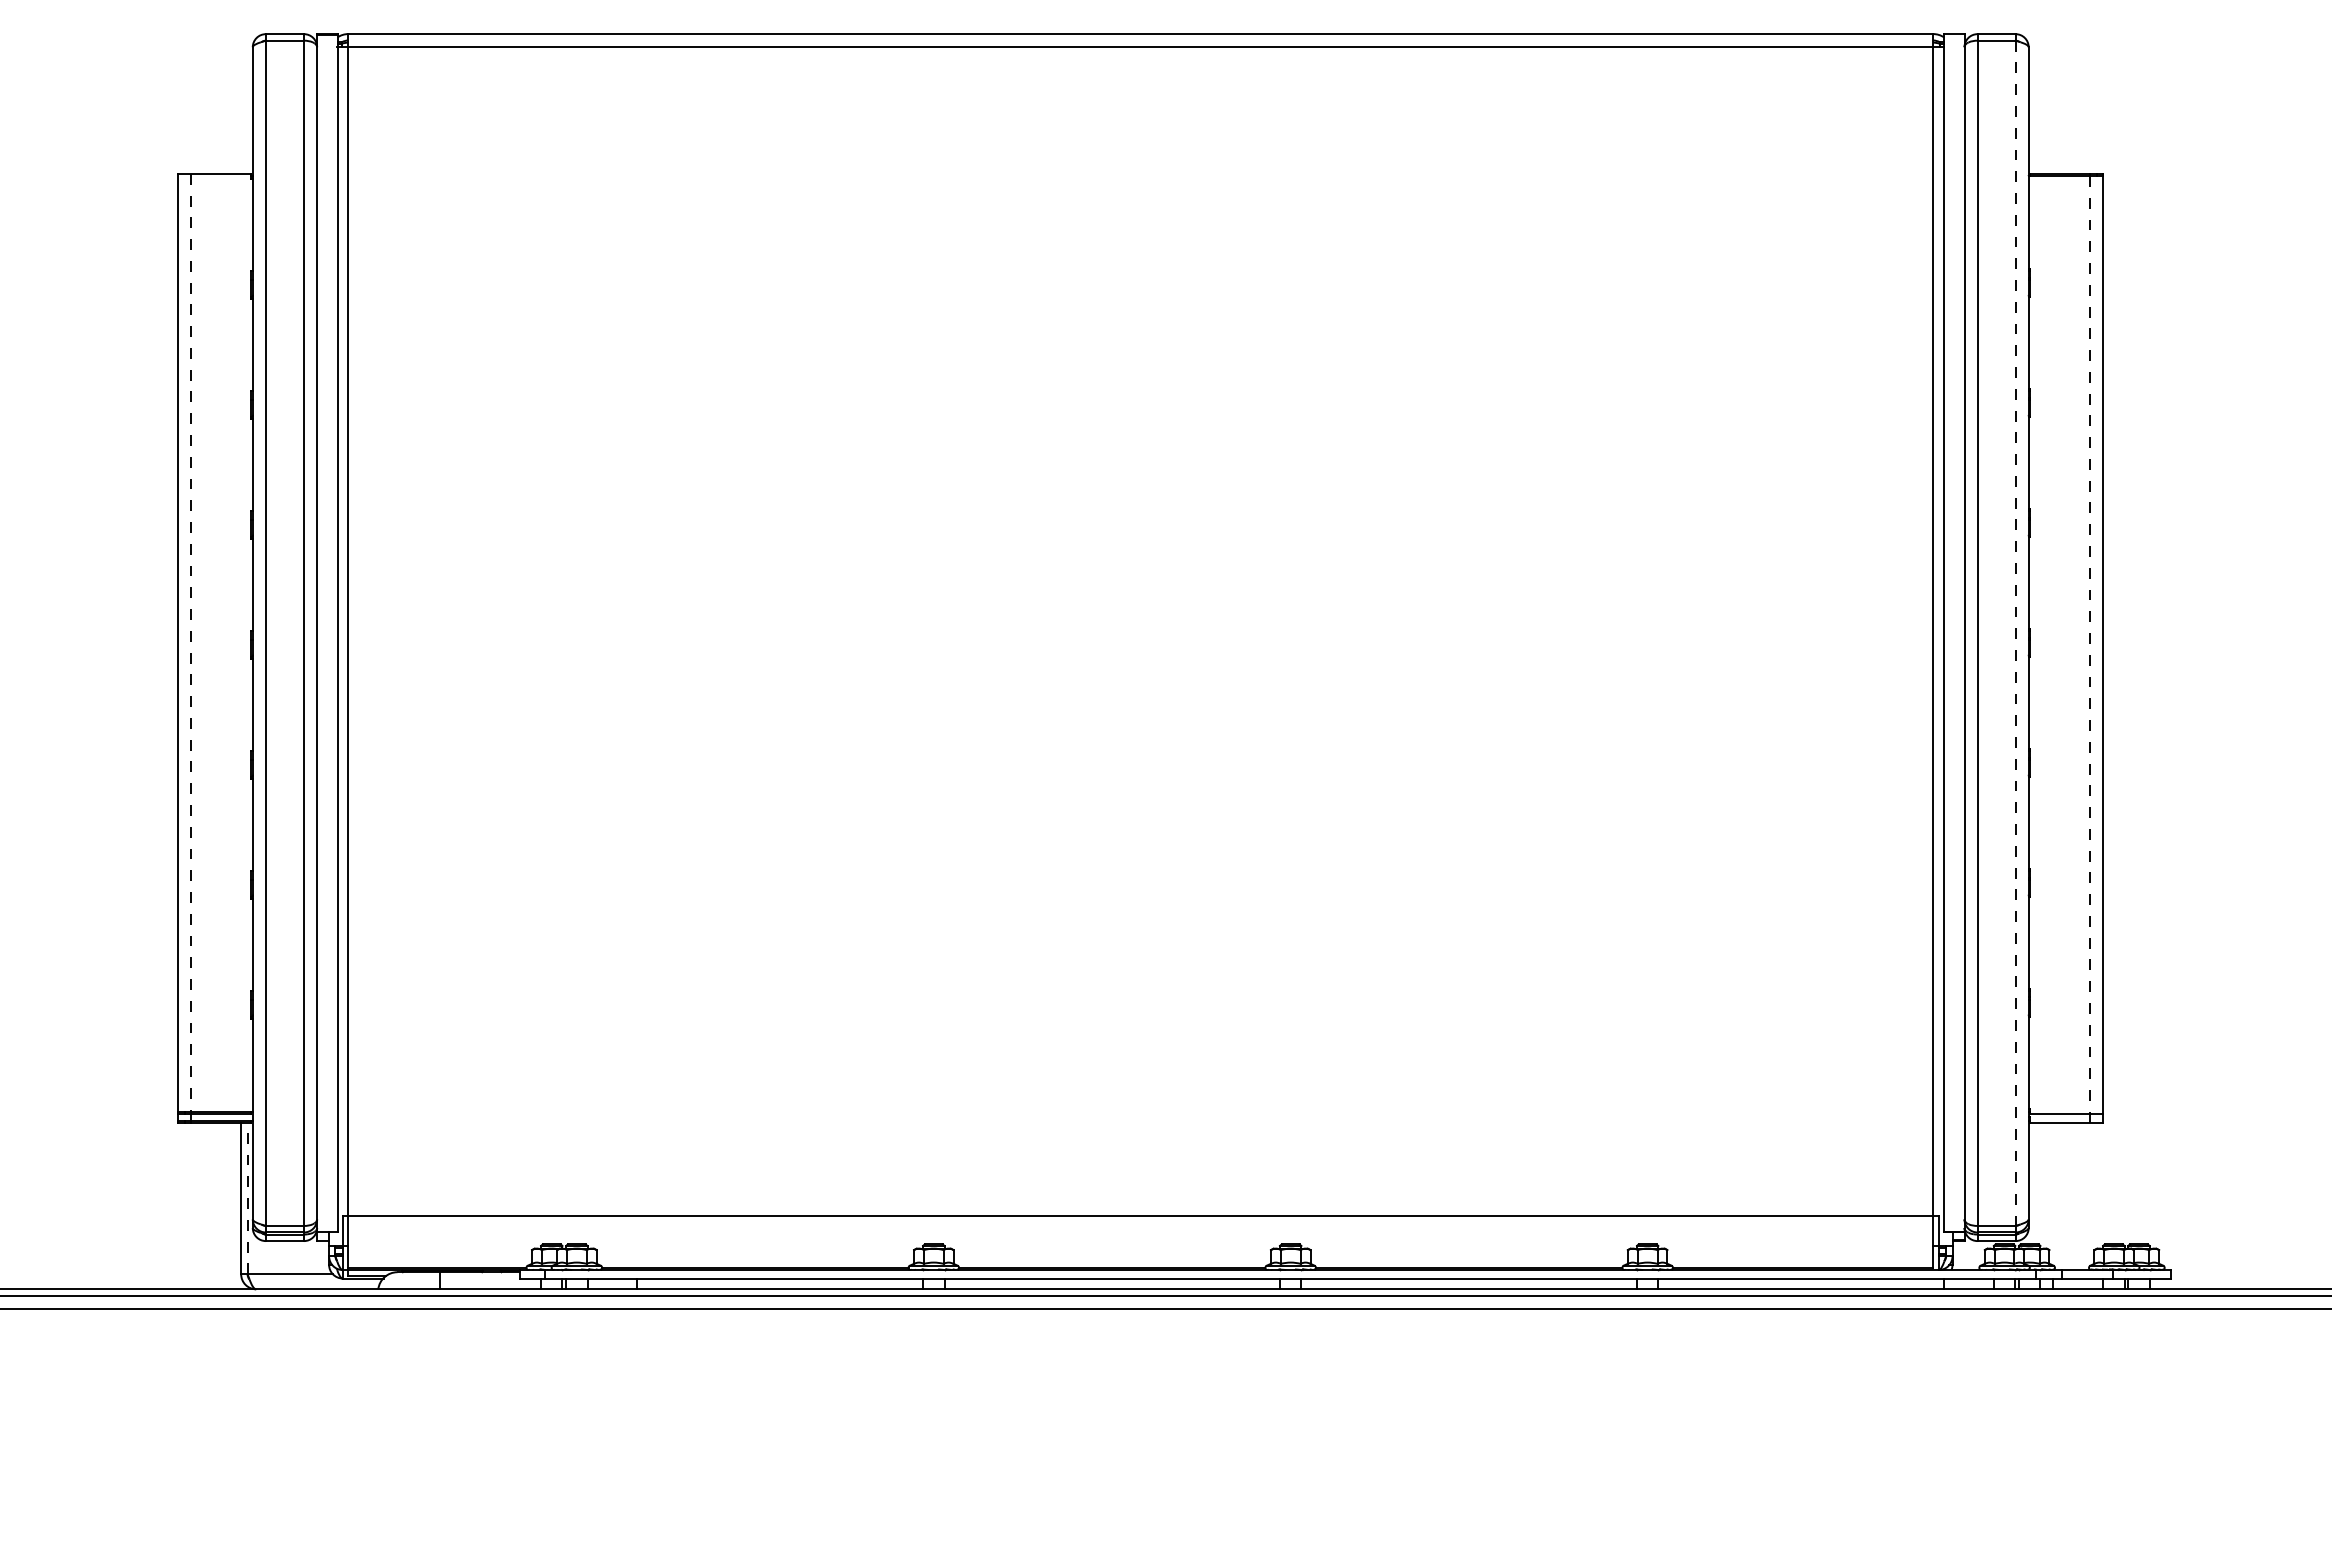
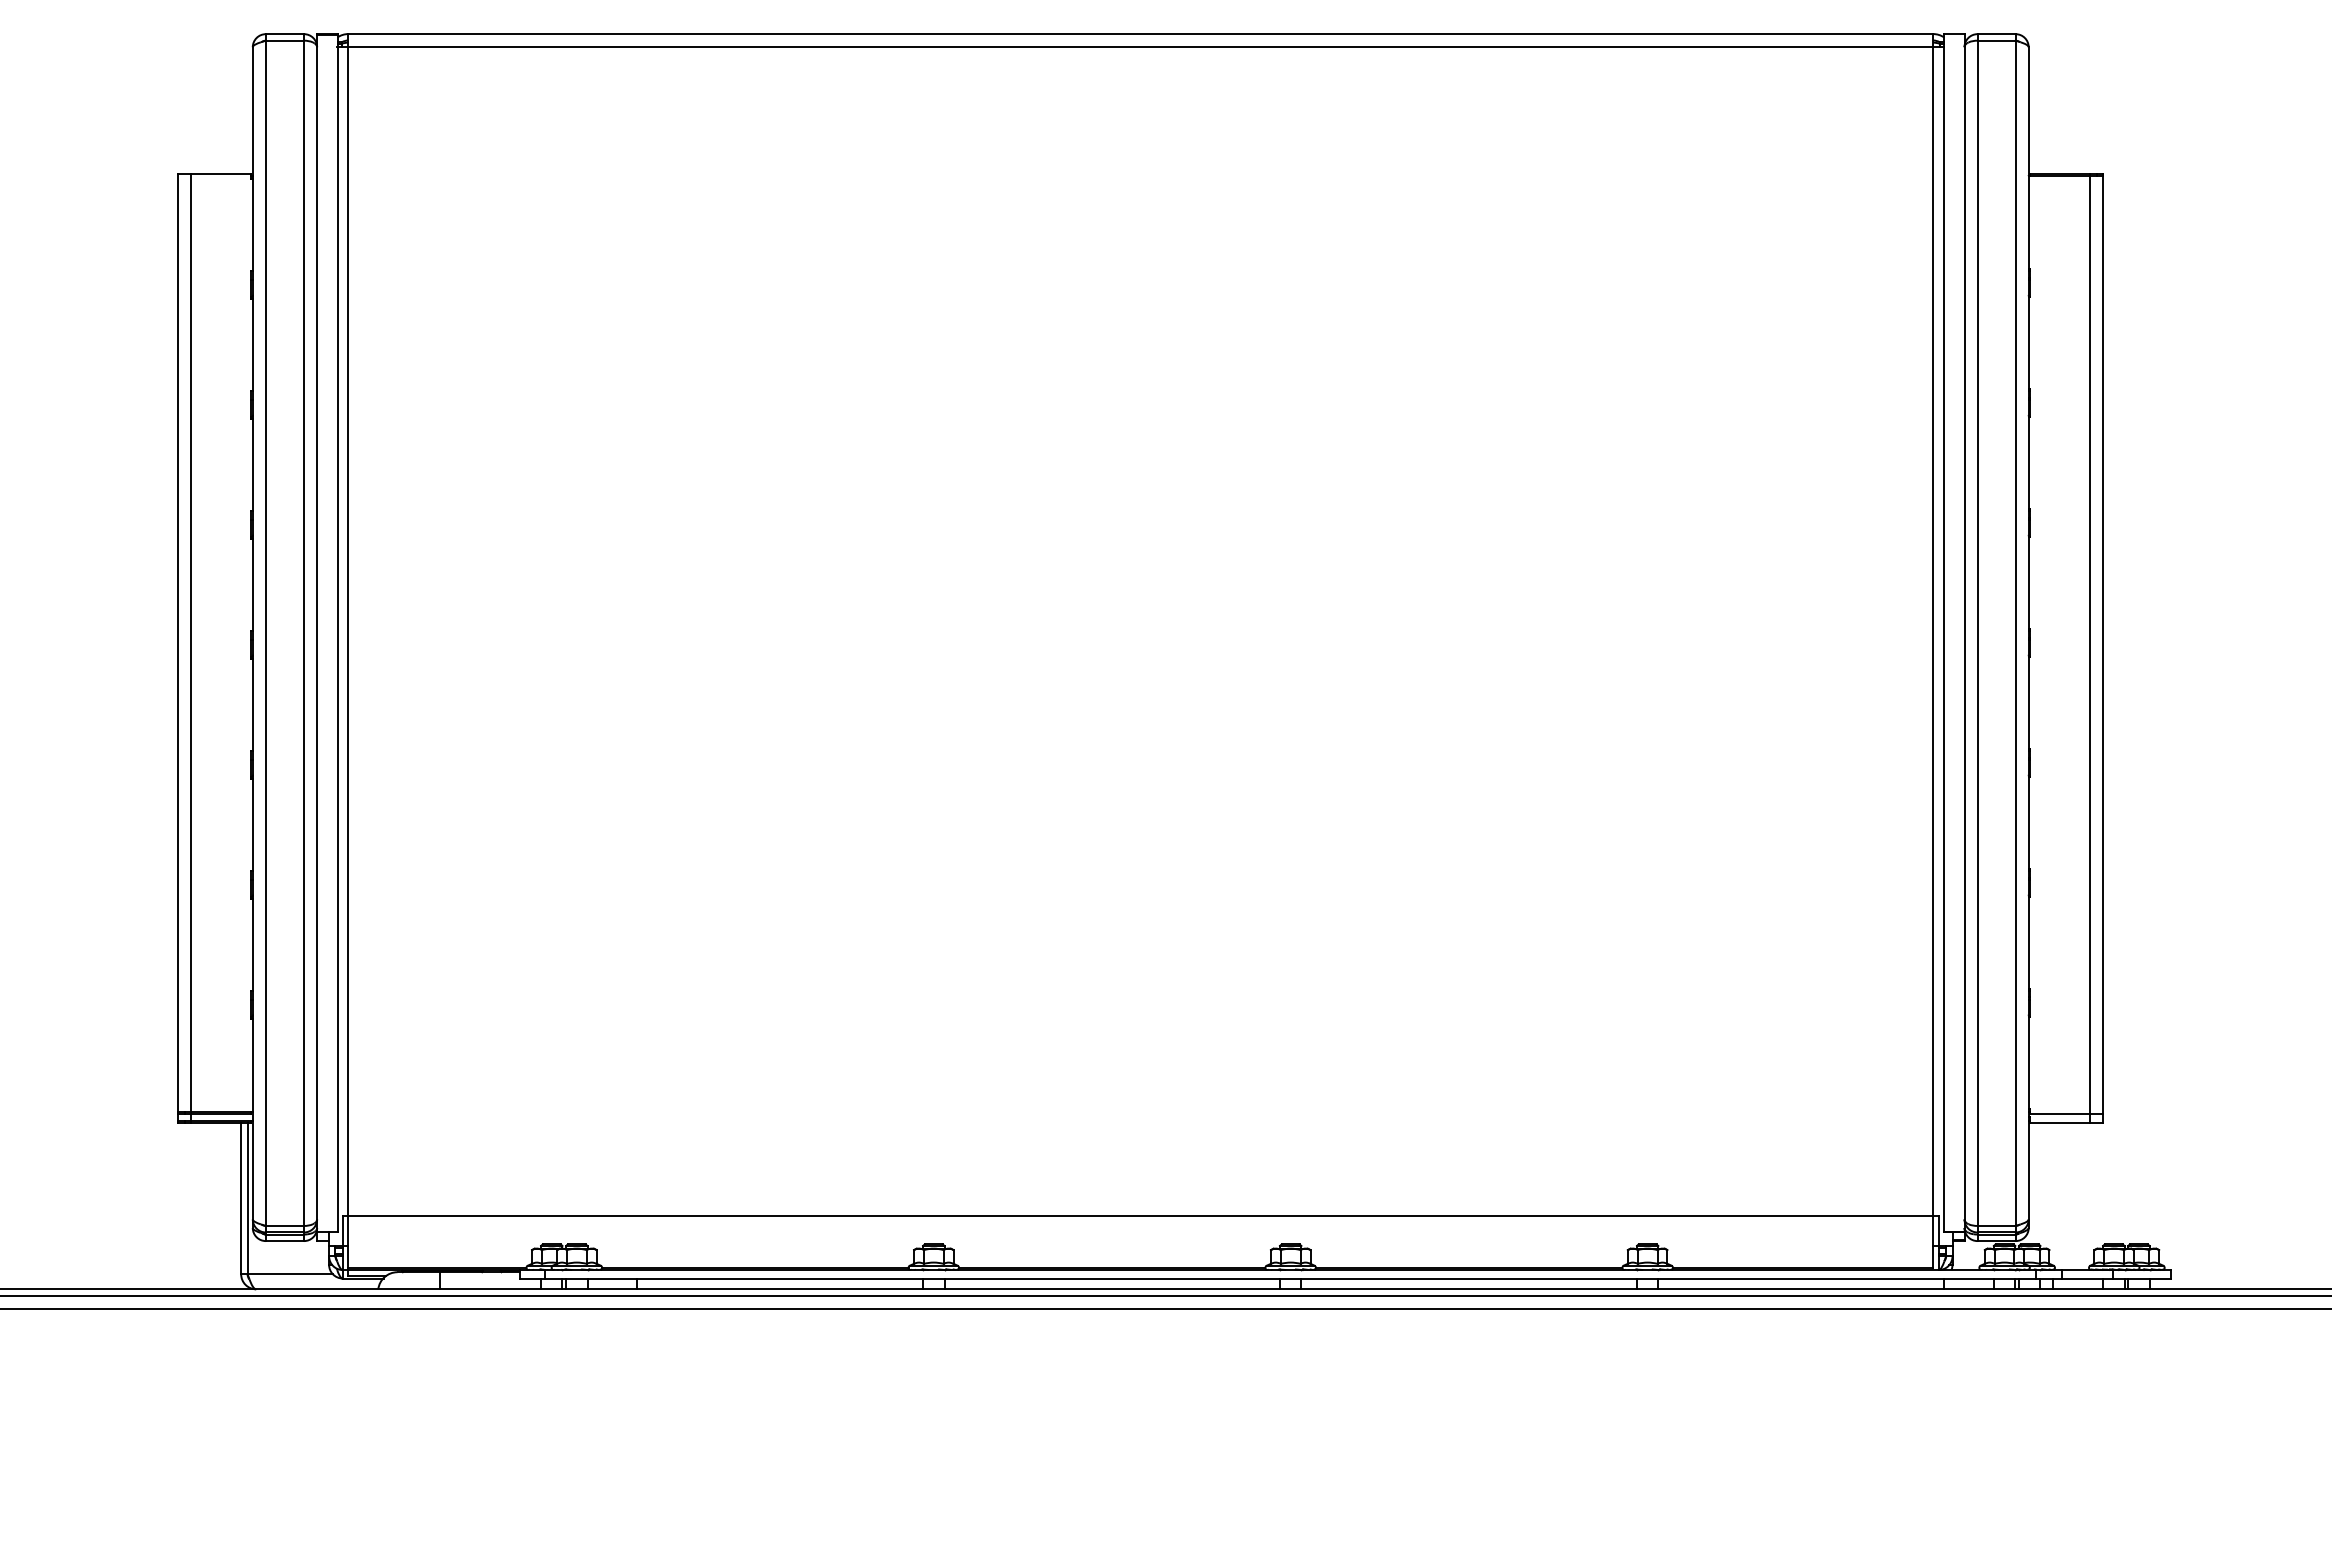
line at (2015, 633): dashed -> solid
line at (191, 643): dashed -> solid
line at (2090, 648): dashed -> solid
line at (247, 1198): dashed -> solid
